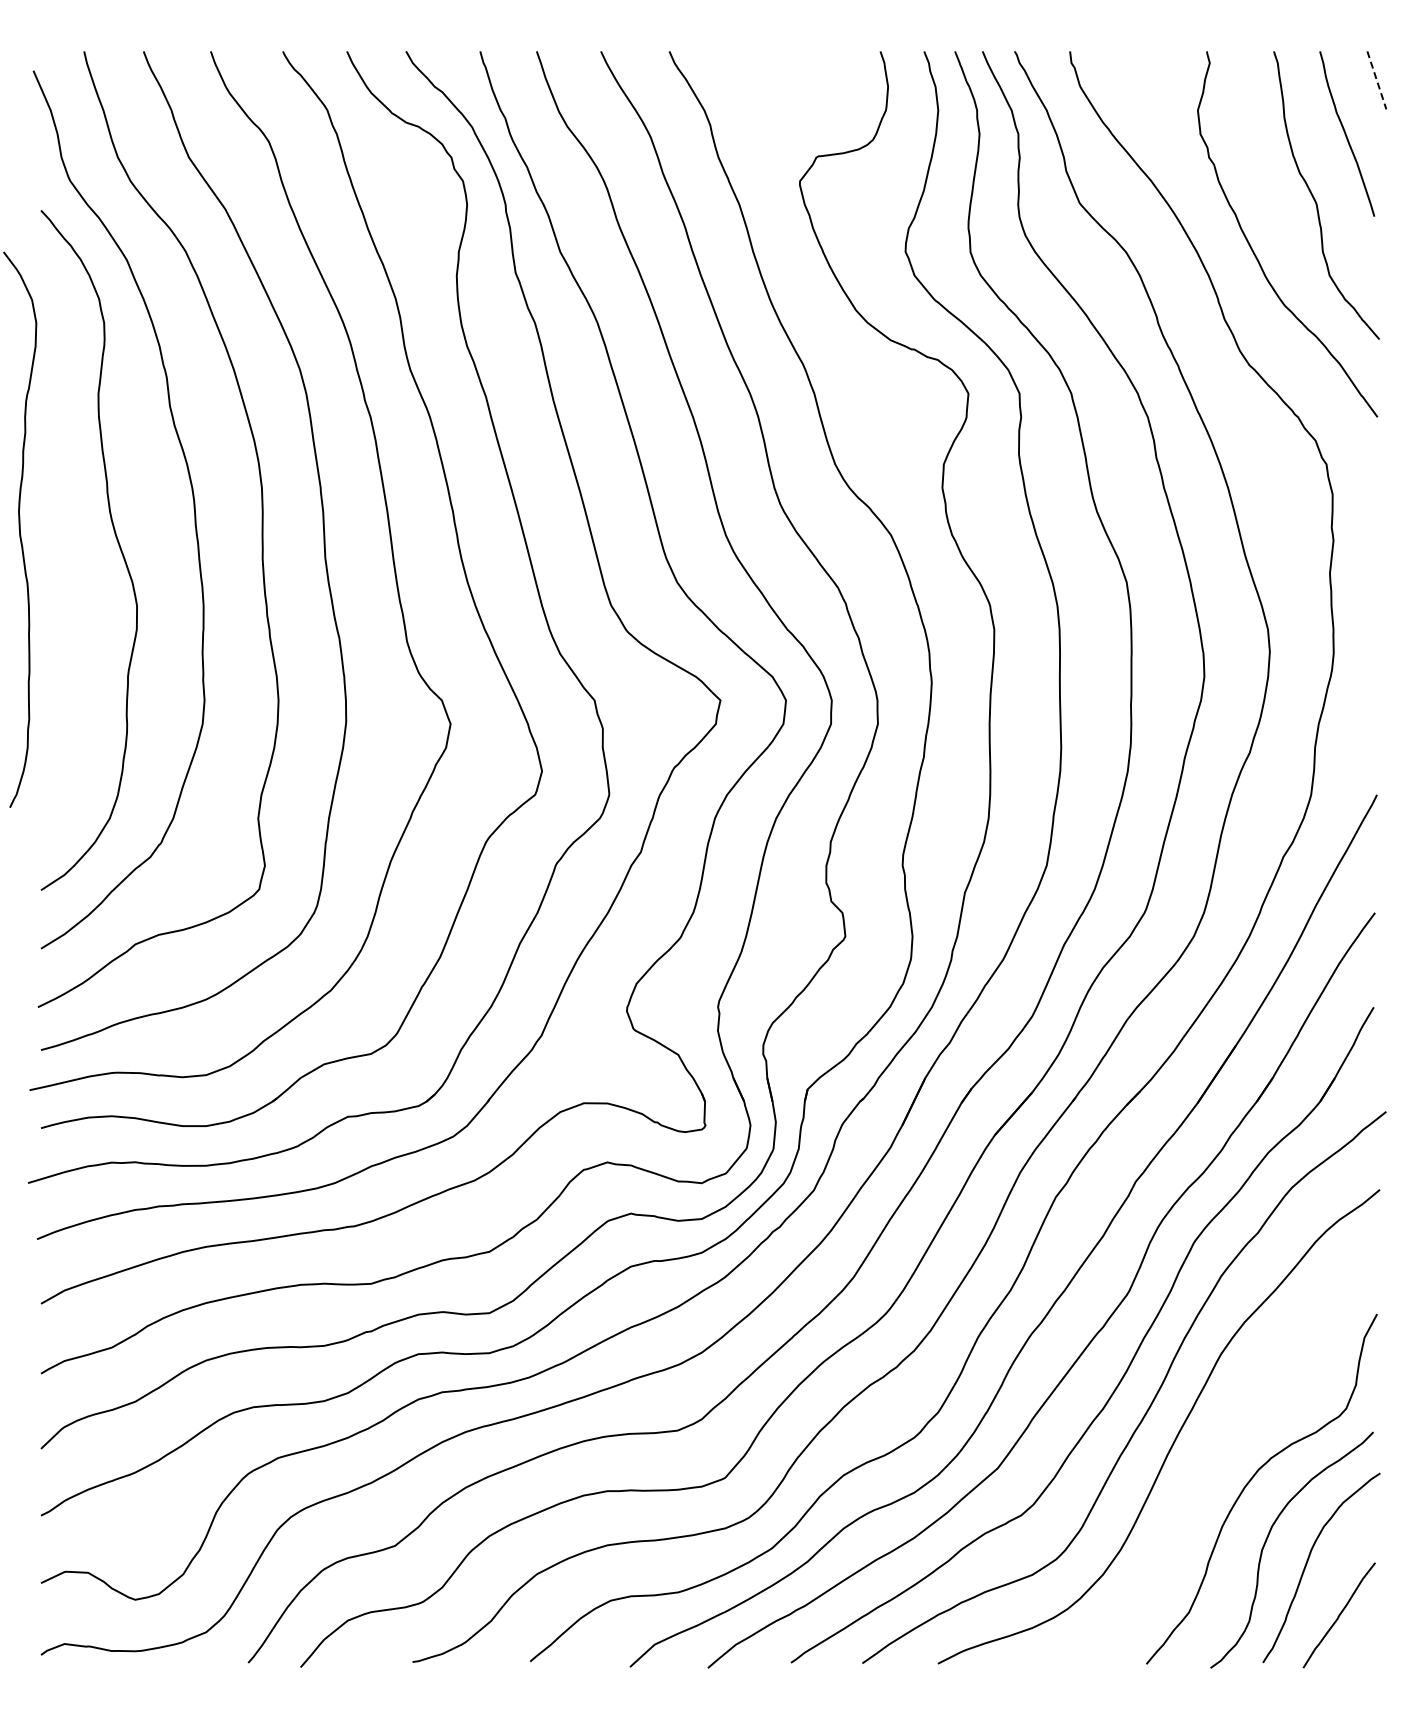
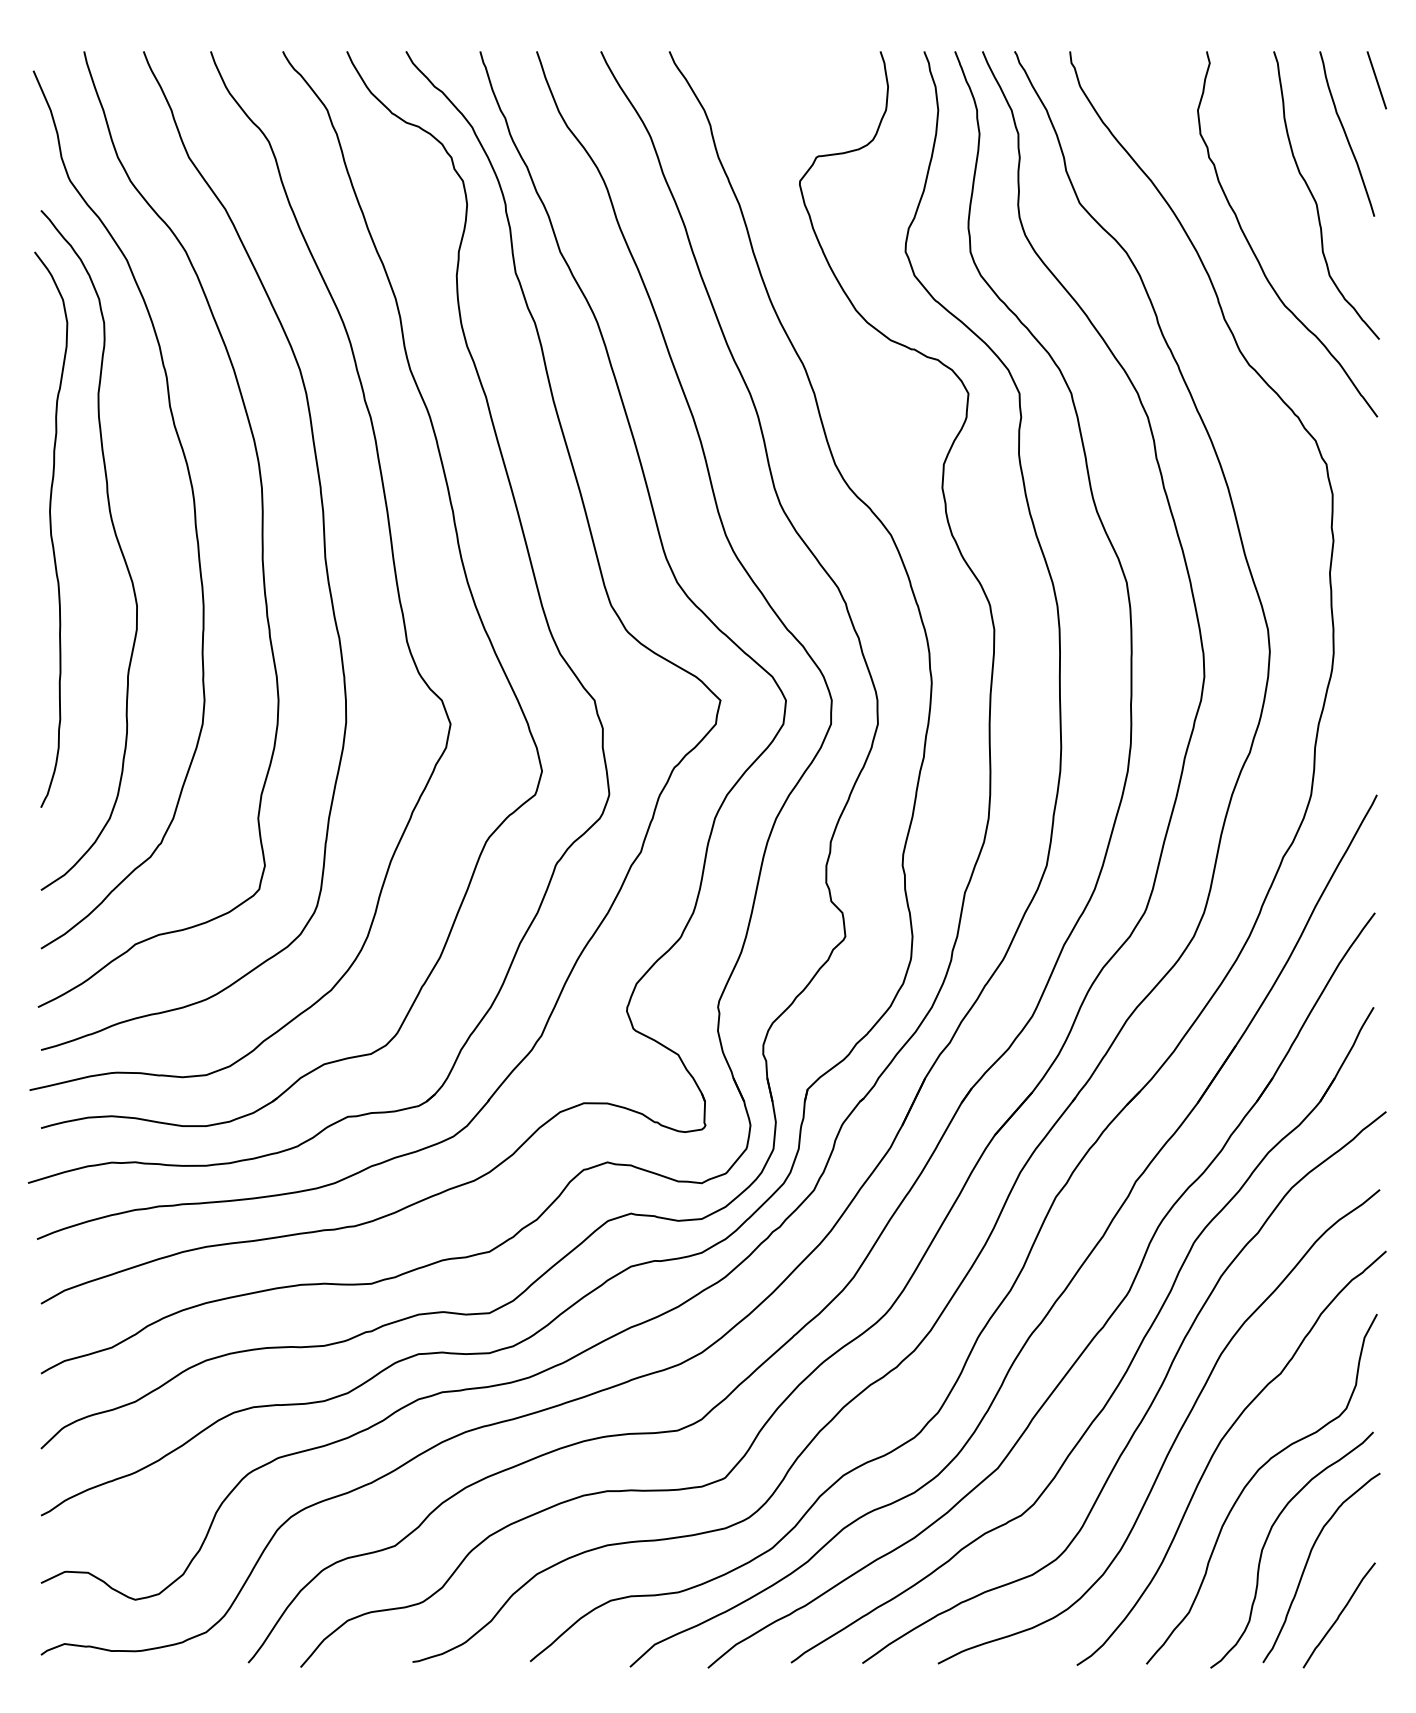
line at (1377, 80): dashed -> solid
curve at (20, 529) position: (20, 529) -> (51, 529)
curve at (1217, 1449): none -> present
